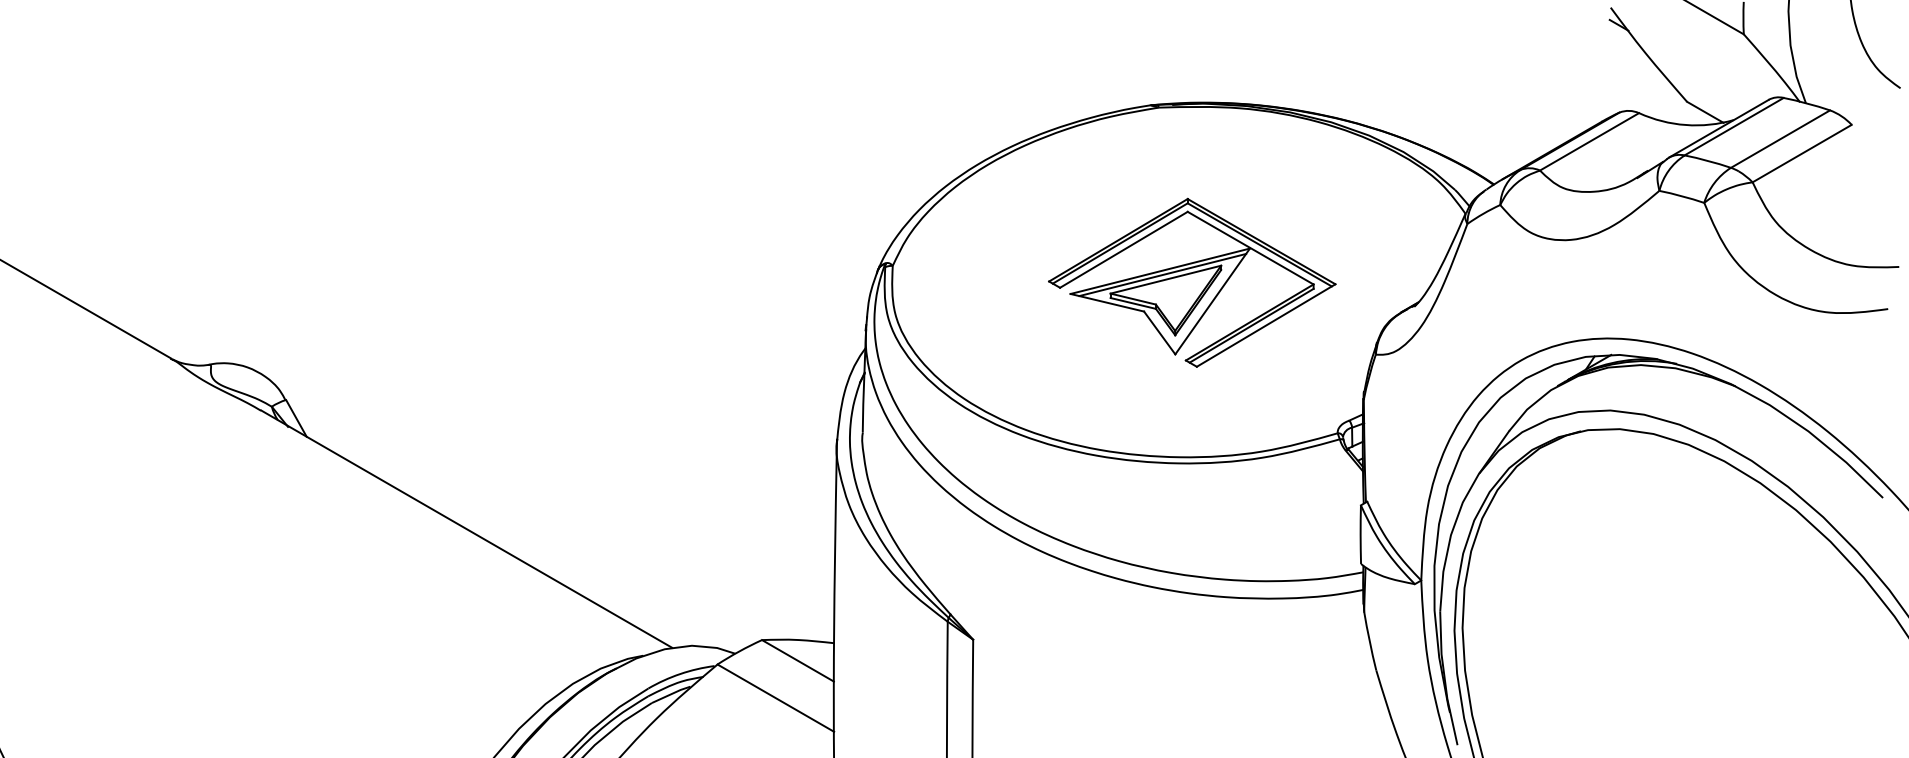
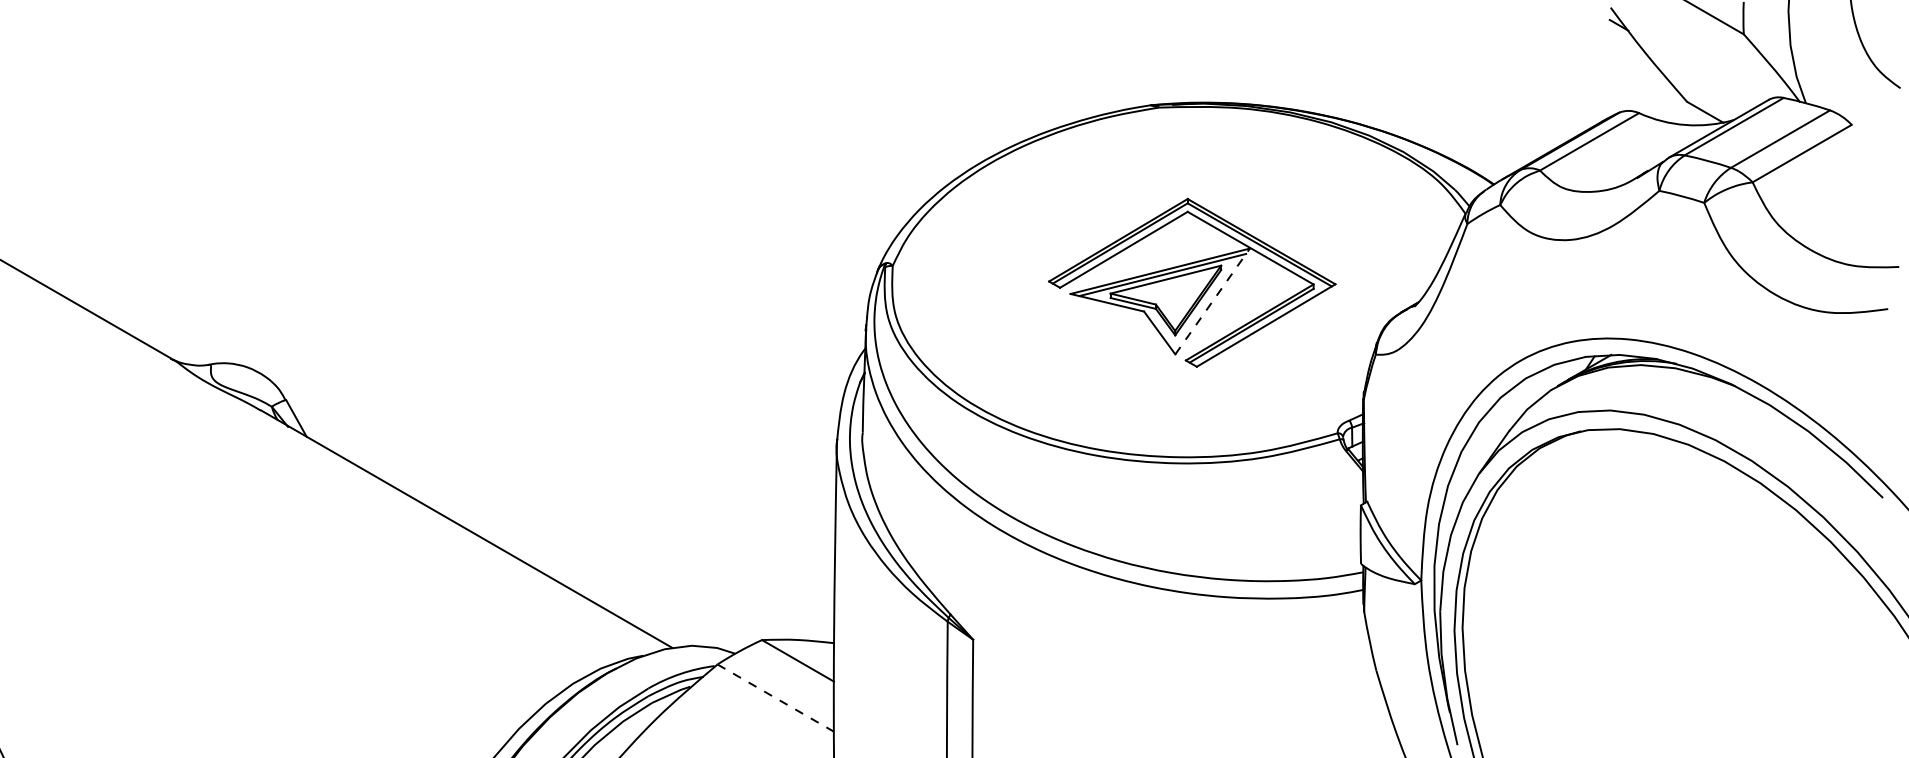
line at (1212, 301): solid -> dashed
line at (776, 698): solid -> dashed
